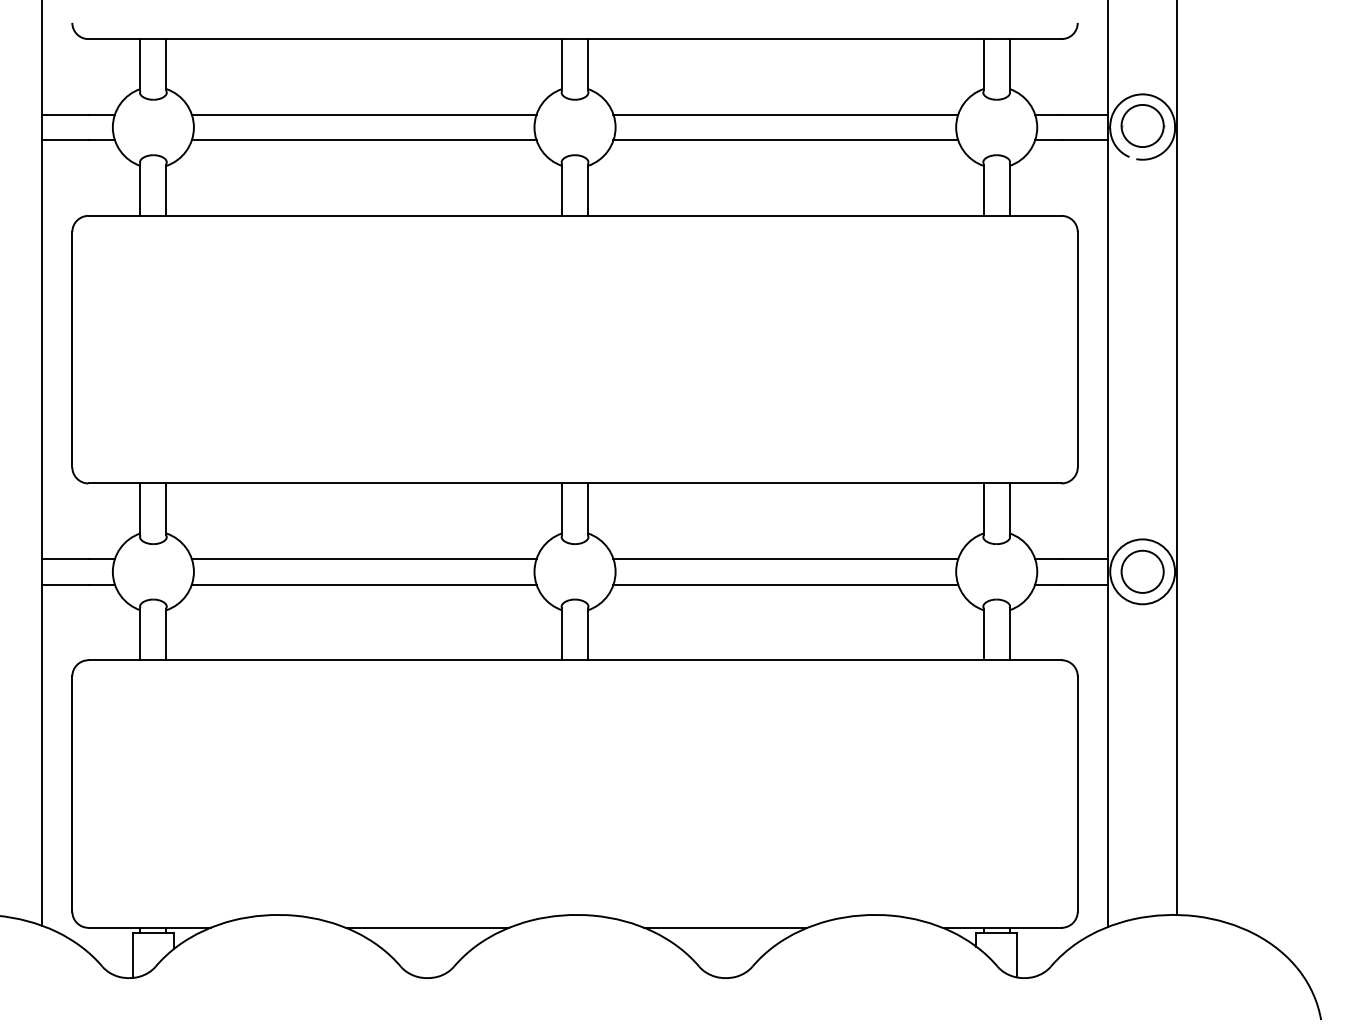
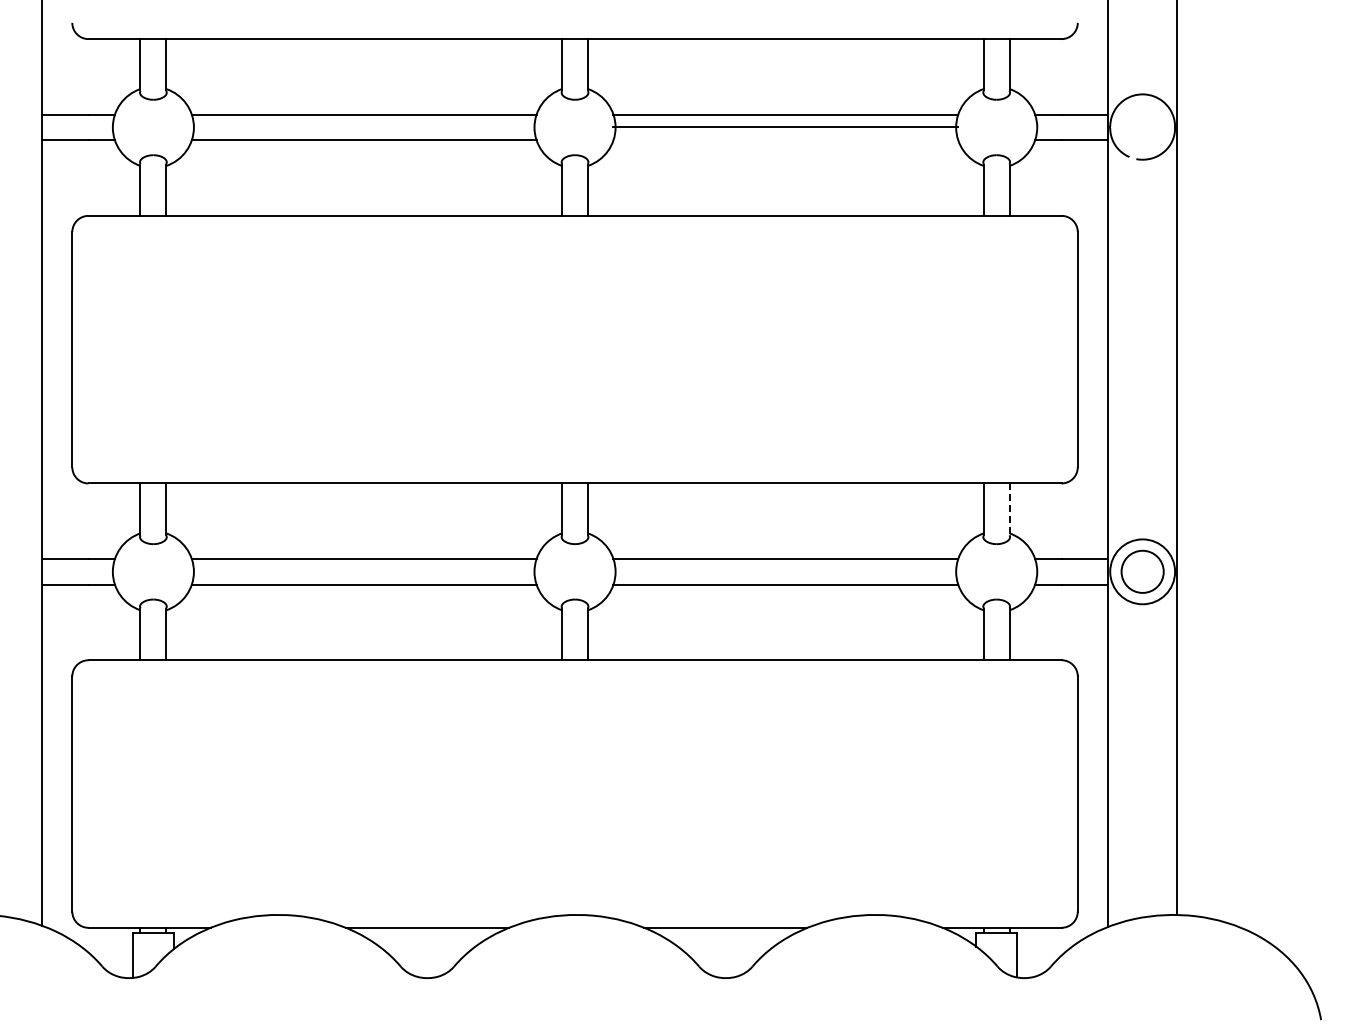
part at (1142, 125): present -> none
line at (785, 140) position: (785, 140) -> (785, 127)
line at (1009, 509): solid -> dashed
